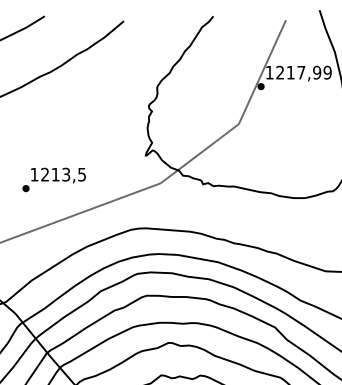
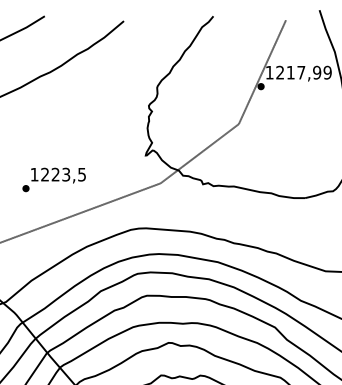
text at (55, 174): 1213,5 -> 1223,5
